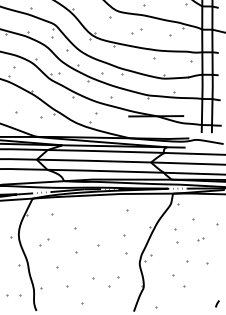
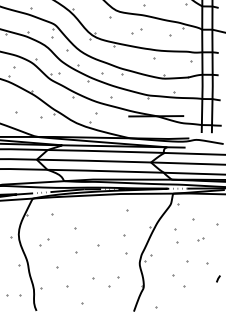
line at (217, 303) position: (217, 303) -> (218, 278)
